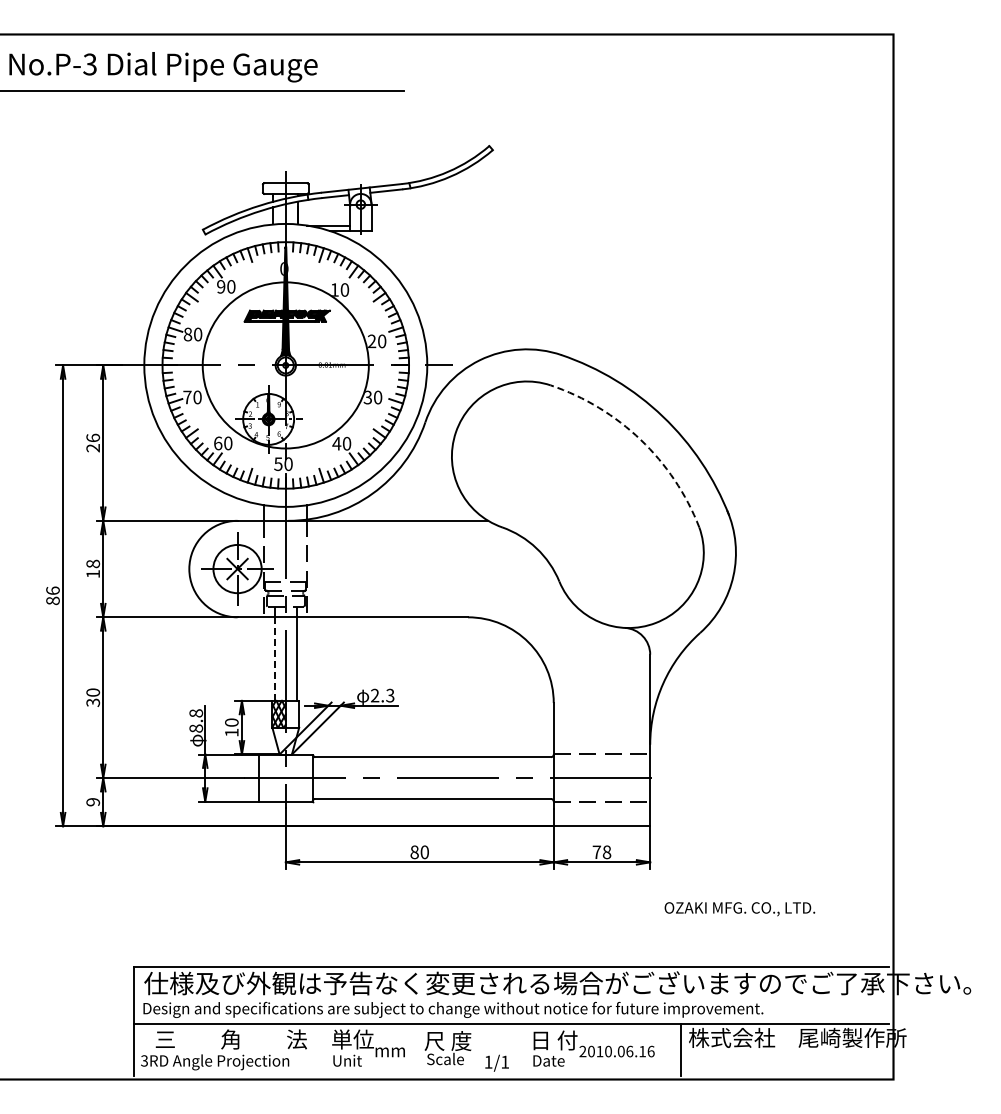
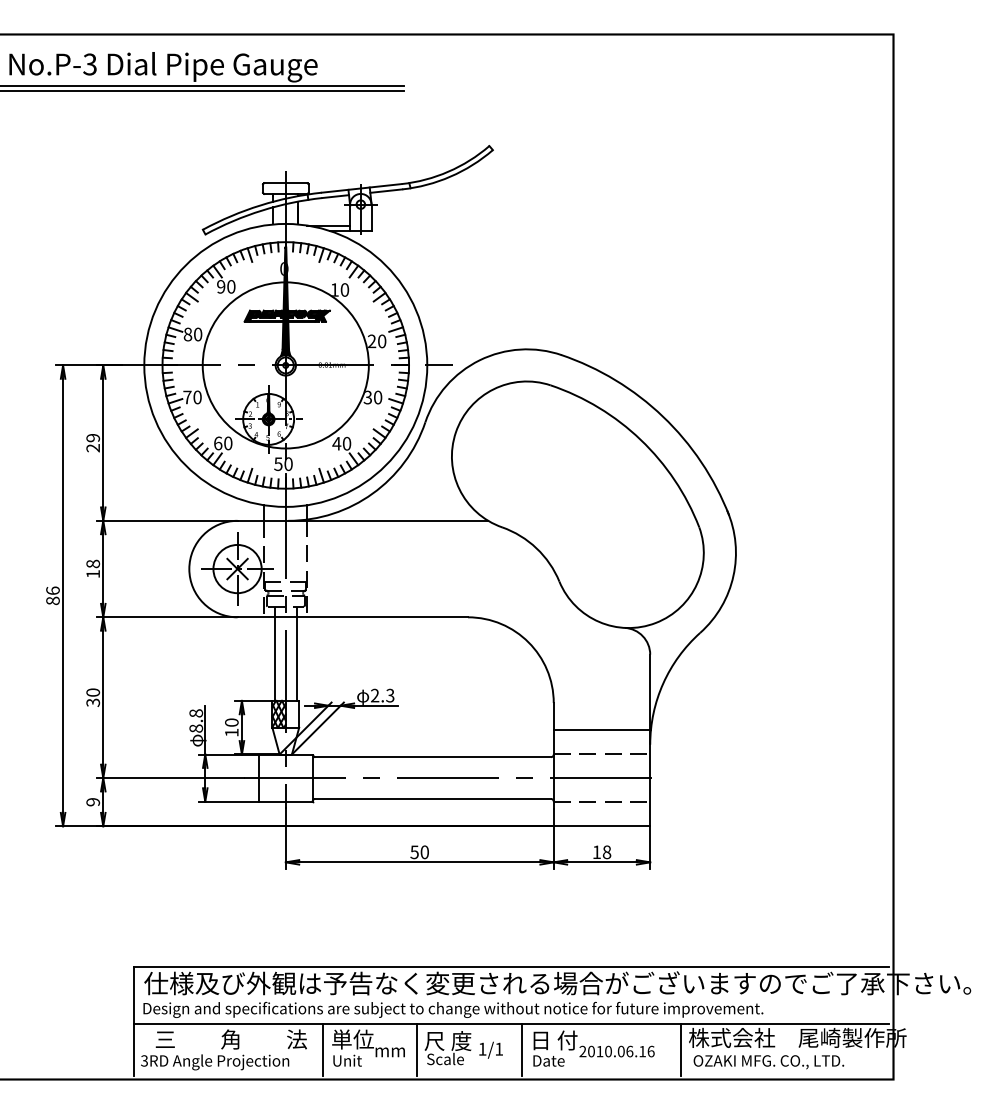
line at (202, 85): none -> present
text at (93, 437): 26 -> 29
arc at (640, 439): dashed -> solid
line at (275, 659): dashed -> solid
line at (601, 729): none -> present
text at (414, 851): 80 -> 50
text at (596, 851): 78 -> 18
text at (739, 909) position: (739, 909) -> (768, 1062)
line at (323, 1049): none -> present
line at (416, 1049): none -> present
line at (521, 1049): none -> present
text at (496, 1062) position: (496, 1062) -> (490, 1049)
